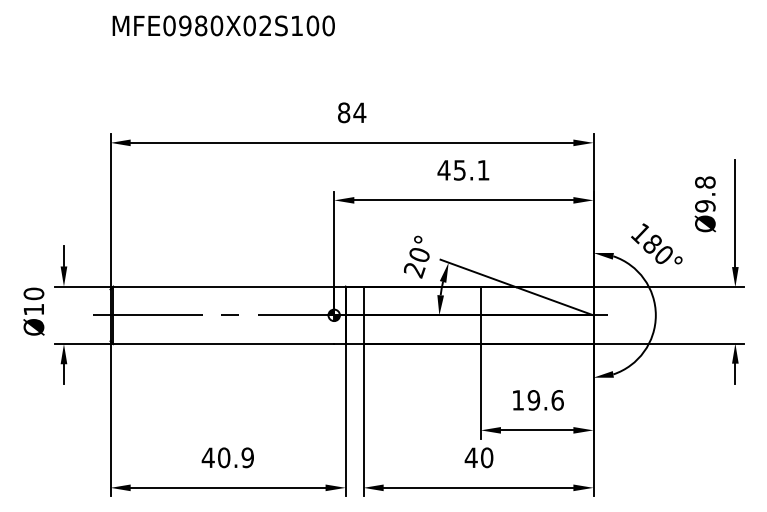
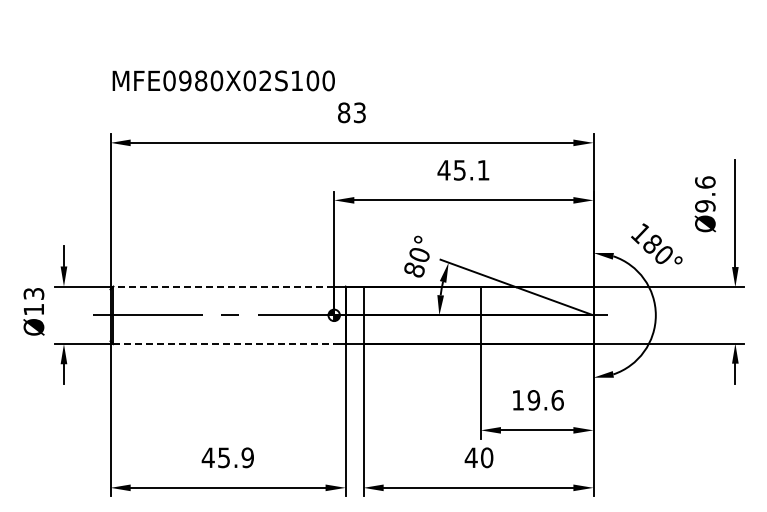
text at (223, 25) position: (223, 25) -> (223, 80)
text at (359, 112): 84 -> 83
text at (705, 182): Ø9.8 -> Ø9.6
text at (414, 270): 20° -> 80°
line at (223, 286): solid -> dashed
text at (33, 293): Ø10 -> Ø13
line at (224, 344): solid -> dashed
text at (224, 457): 40.9 -> 45.9
